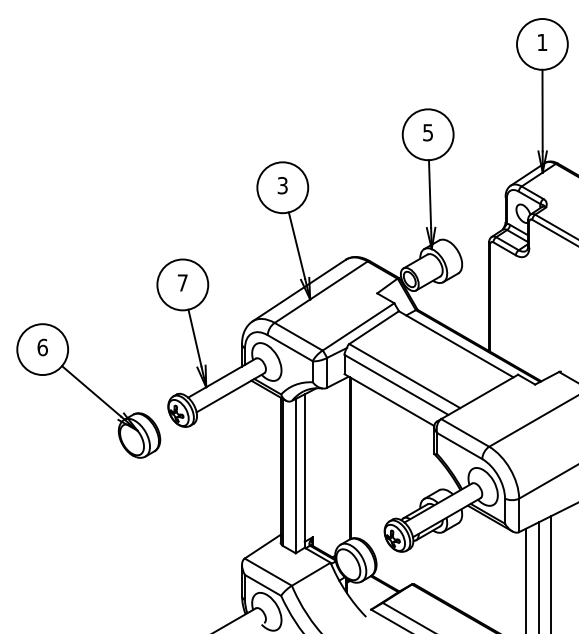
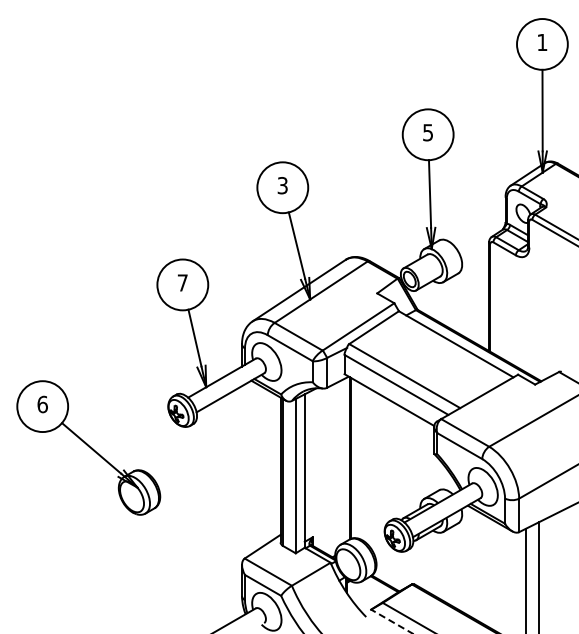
part at (88, 390) position: (88, 390) -> (88, 447)
line at (550, 573): present -> none
line at (391, 621): solid -> dashed
